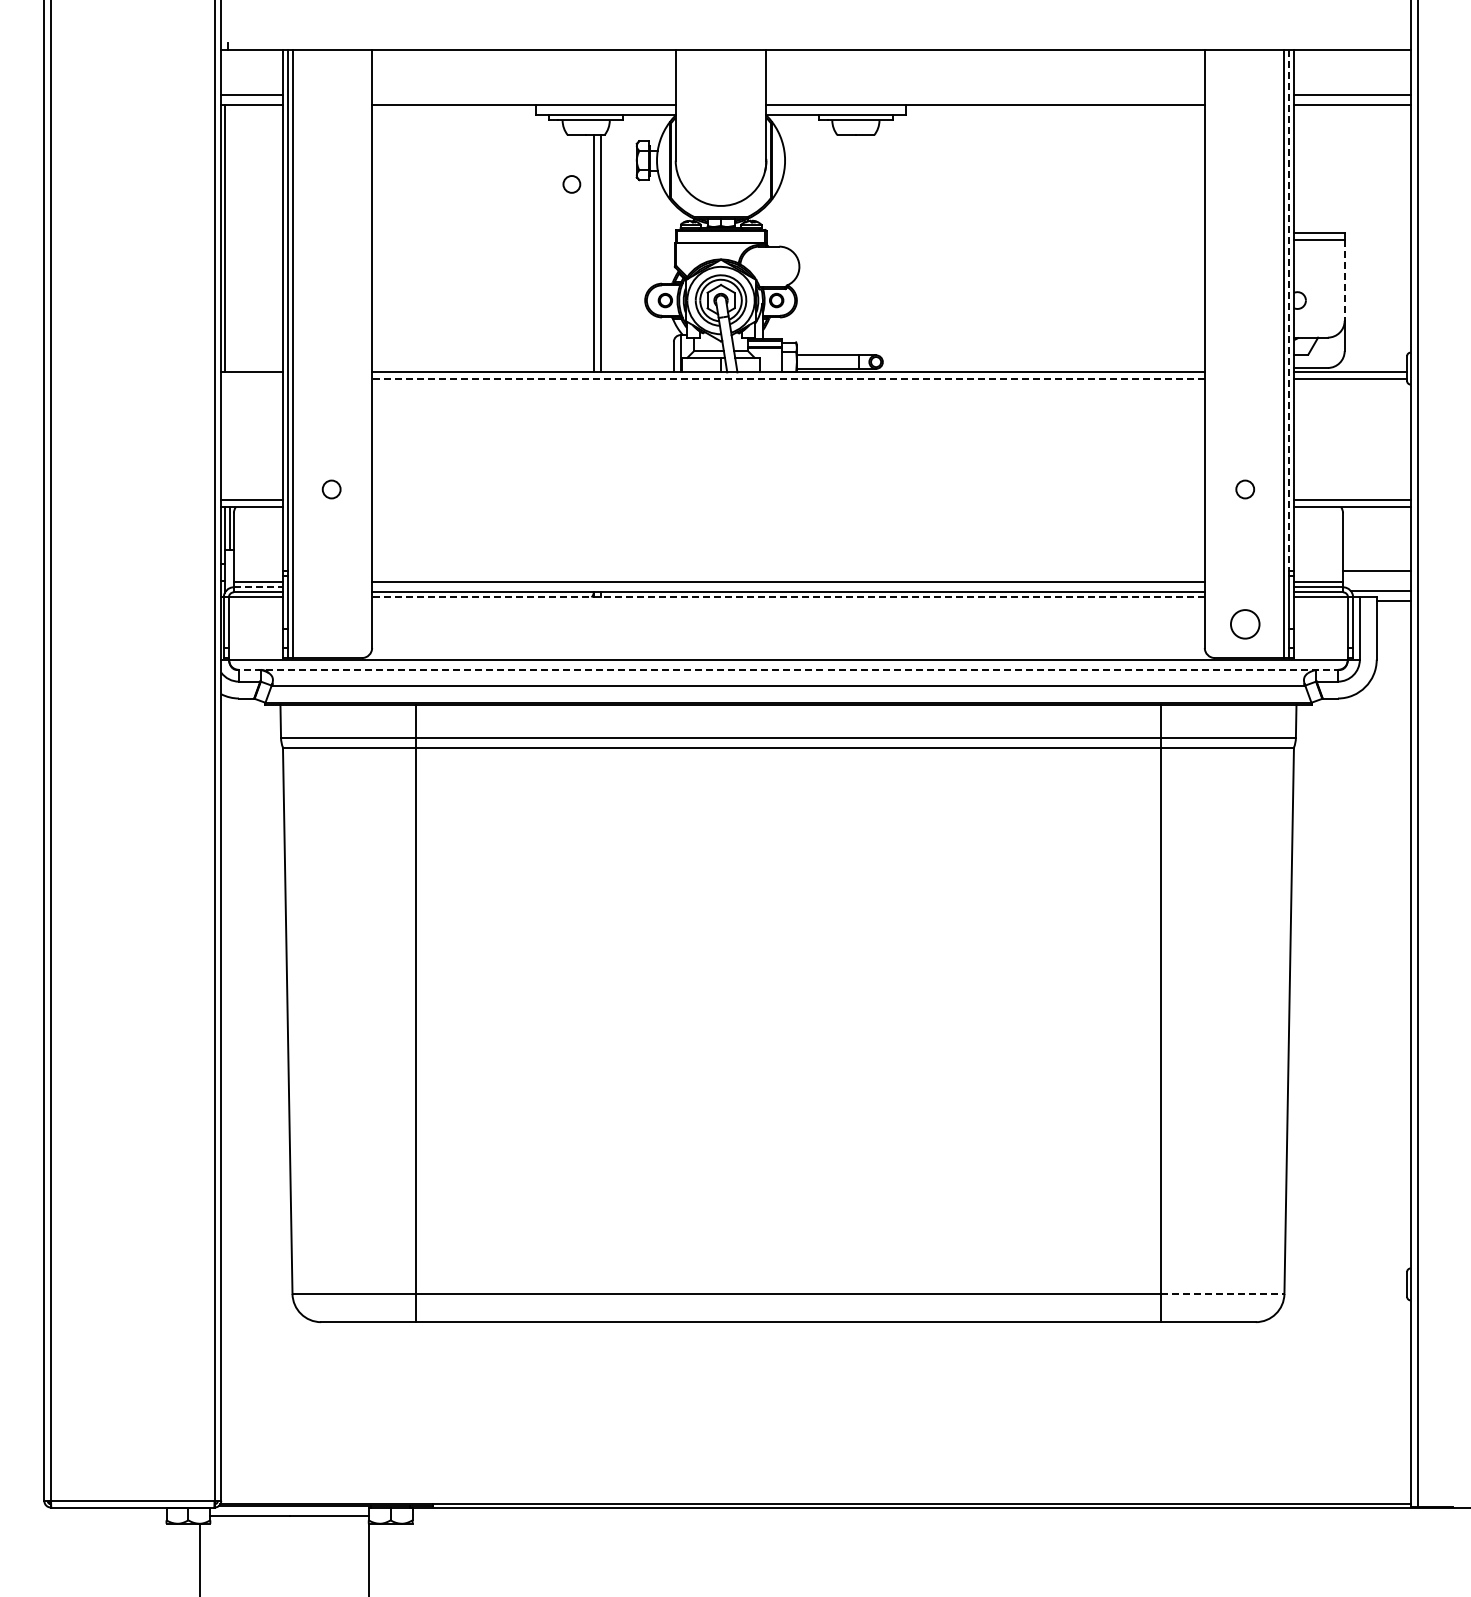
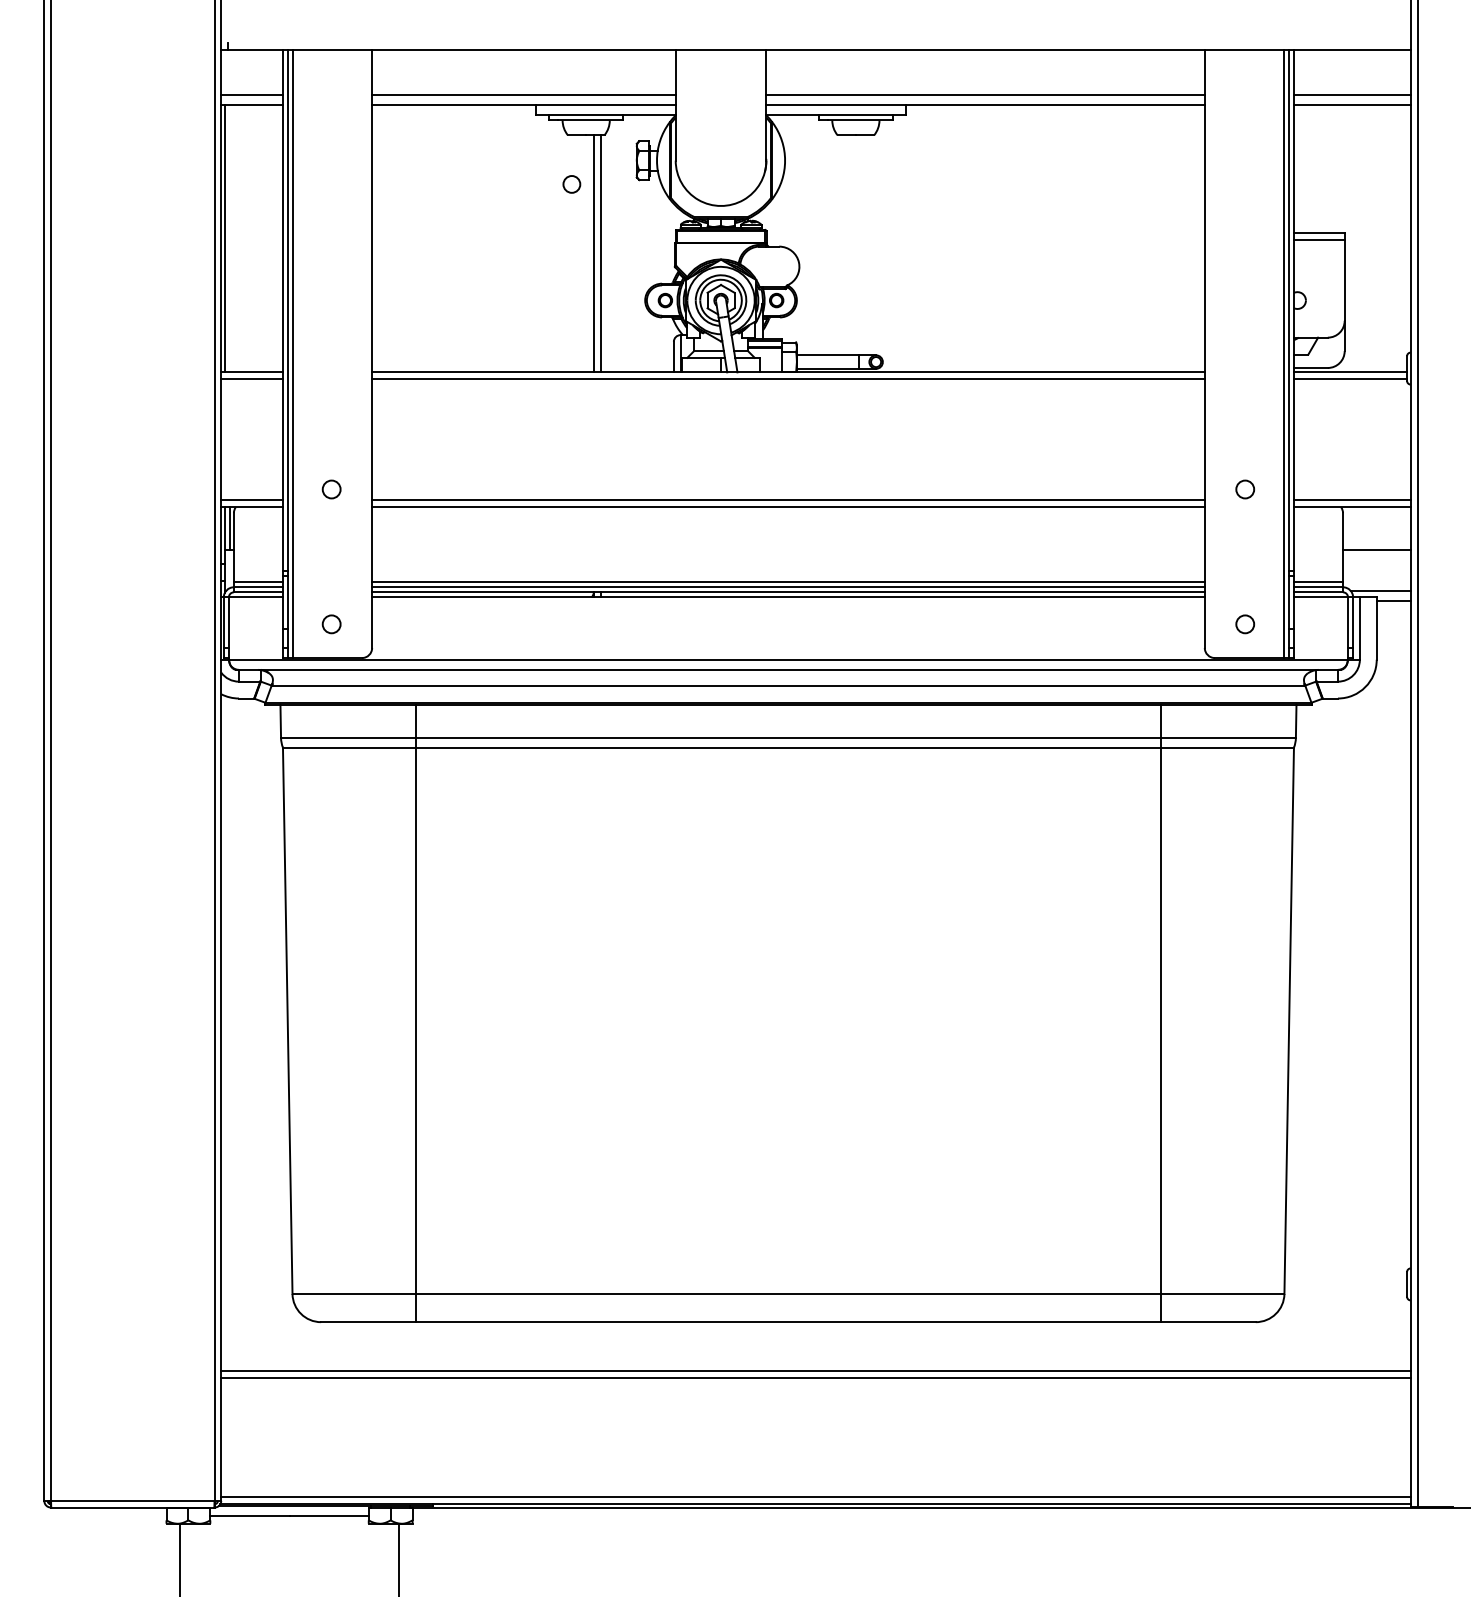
line at (523, 95): none -> present
line at (985, 95): none -> present
line at (1344, 280): dashed -> solid
line at (1289, 310): dashed -> solid
line at (251, 379): none -> present
line at (787, 379): dashed -> solid
line at (788, 500): none -> present
line at (788, 507): none -> present
line at (1376, 571) position: (1376, 571) -> (1376, 550)
line at (258, 587): dashed -> solid
line at (788, 587): none -> present
line at (787, 597): dashed -> solid
circle at (331, 624): none -> present
circle at (1244, 624) diameter: 29 px -> 18 px
line at (787, 669): dashed -> solid
line at (1222, 1294): dashed -> solid
line at (815, 1371): none -> present
line at (815, 1377): none -> present
line at (815, 1497): none -> present
line at (199, 1558) position: (199, 1558) -> (179, 1558)
line at (369, 1558) position: (369, 1558) -> (399, 1558)
